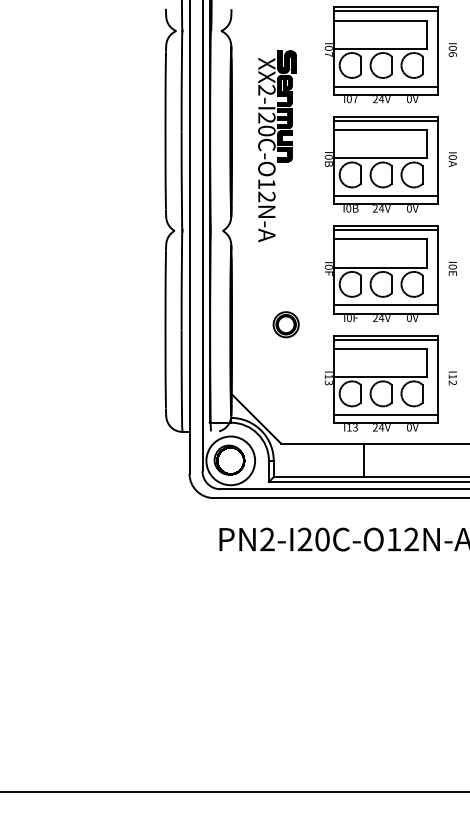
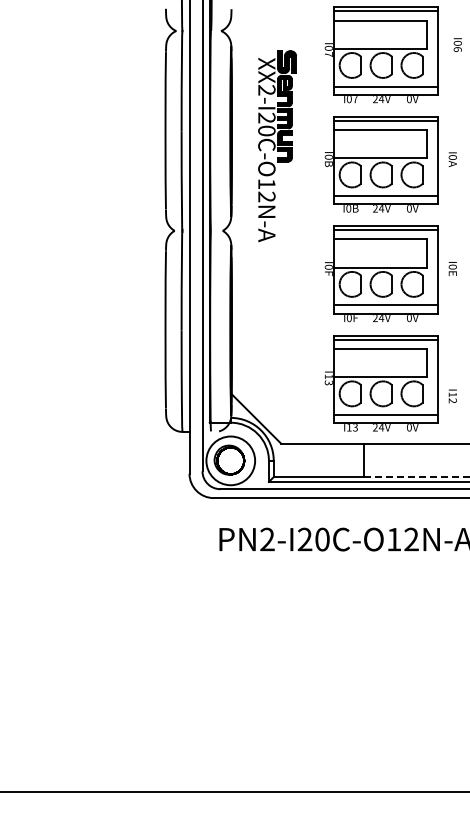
text at (452, 49) position: (452, 49) -> (457, 44)
part at (285, 324): present -> none
text at (452, 378) position: (452, 378) -> (452, 396)
line at (416, 477): solid -> dashed
